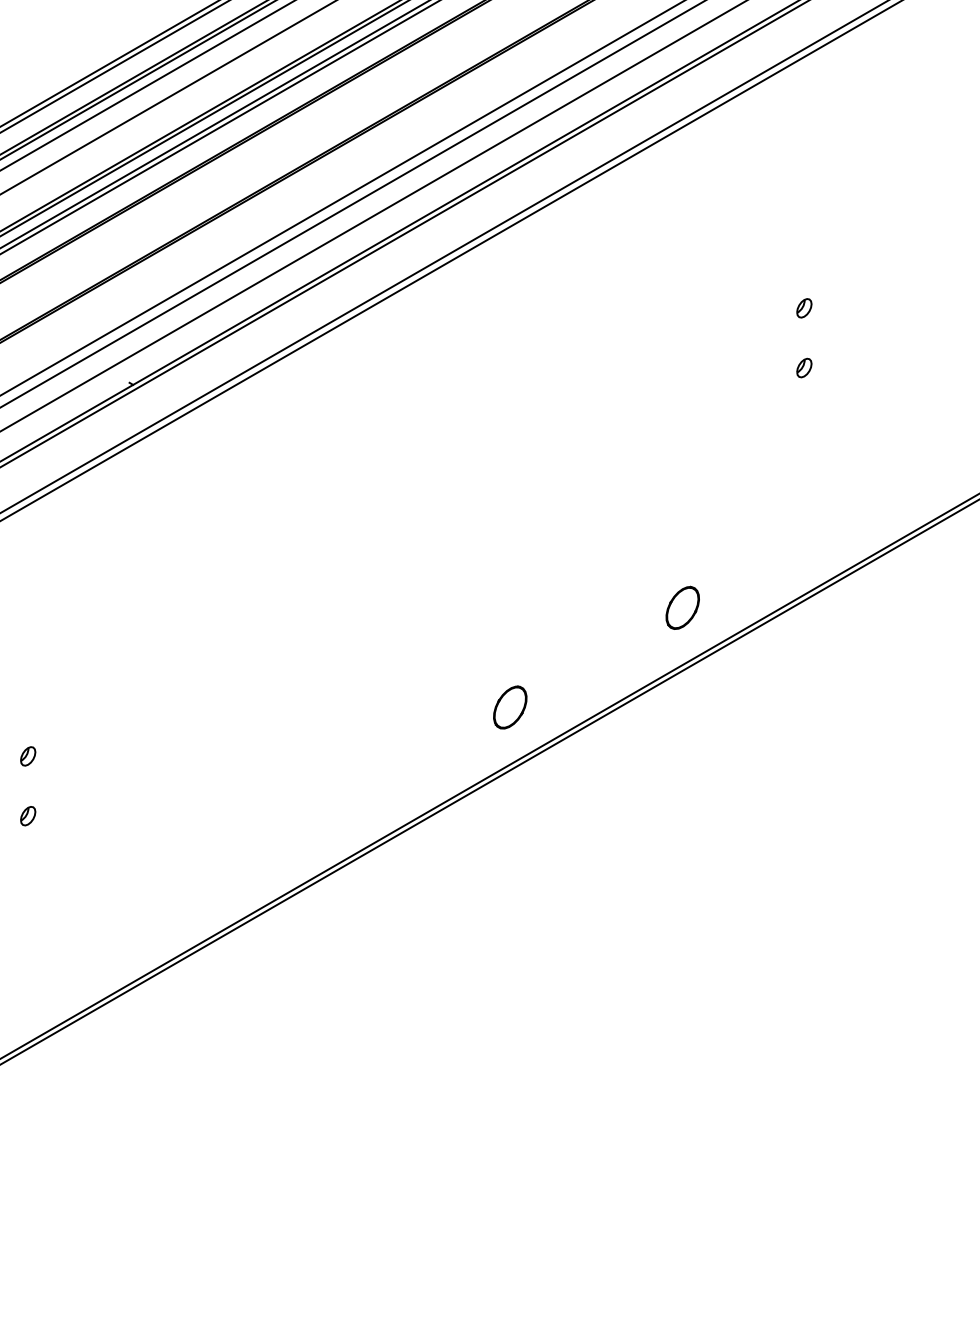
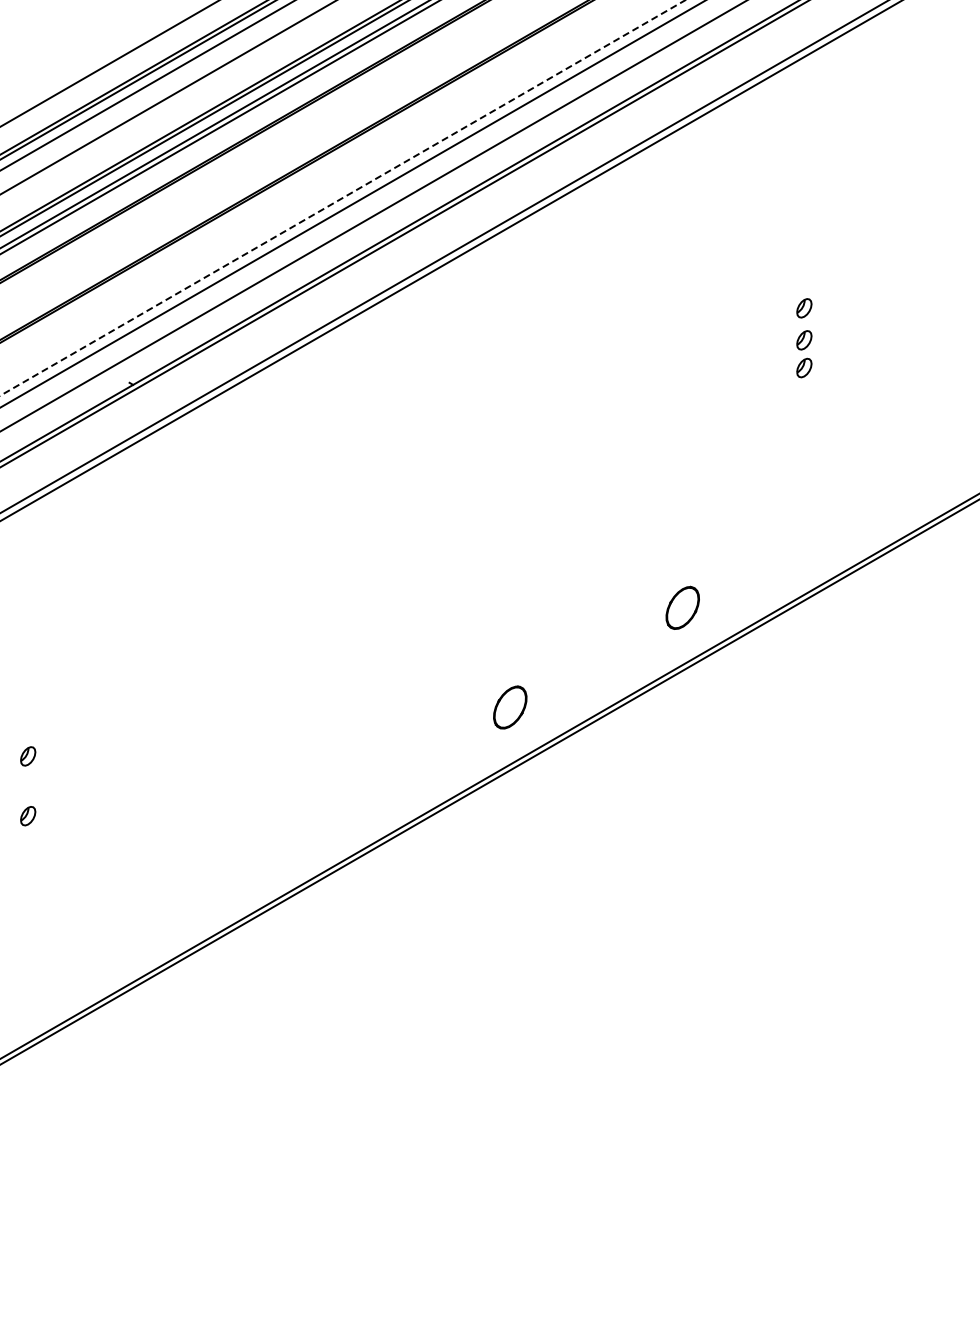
line at (114, 66): present -> none
line at (343, 197): solid -> dashed
part at (804, 340): none -> present
